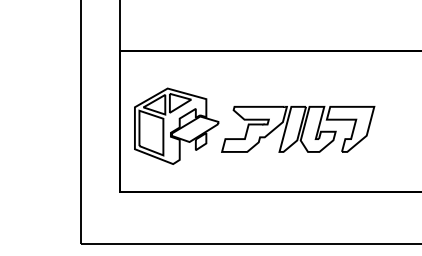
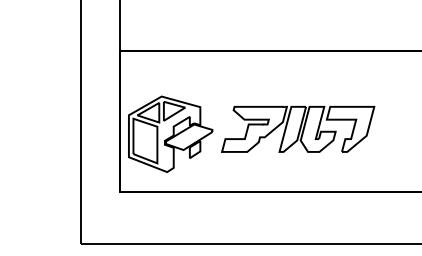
part at (176, 125) position: (176, 125) -> (170, 133)
